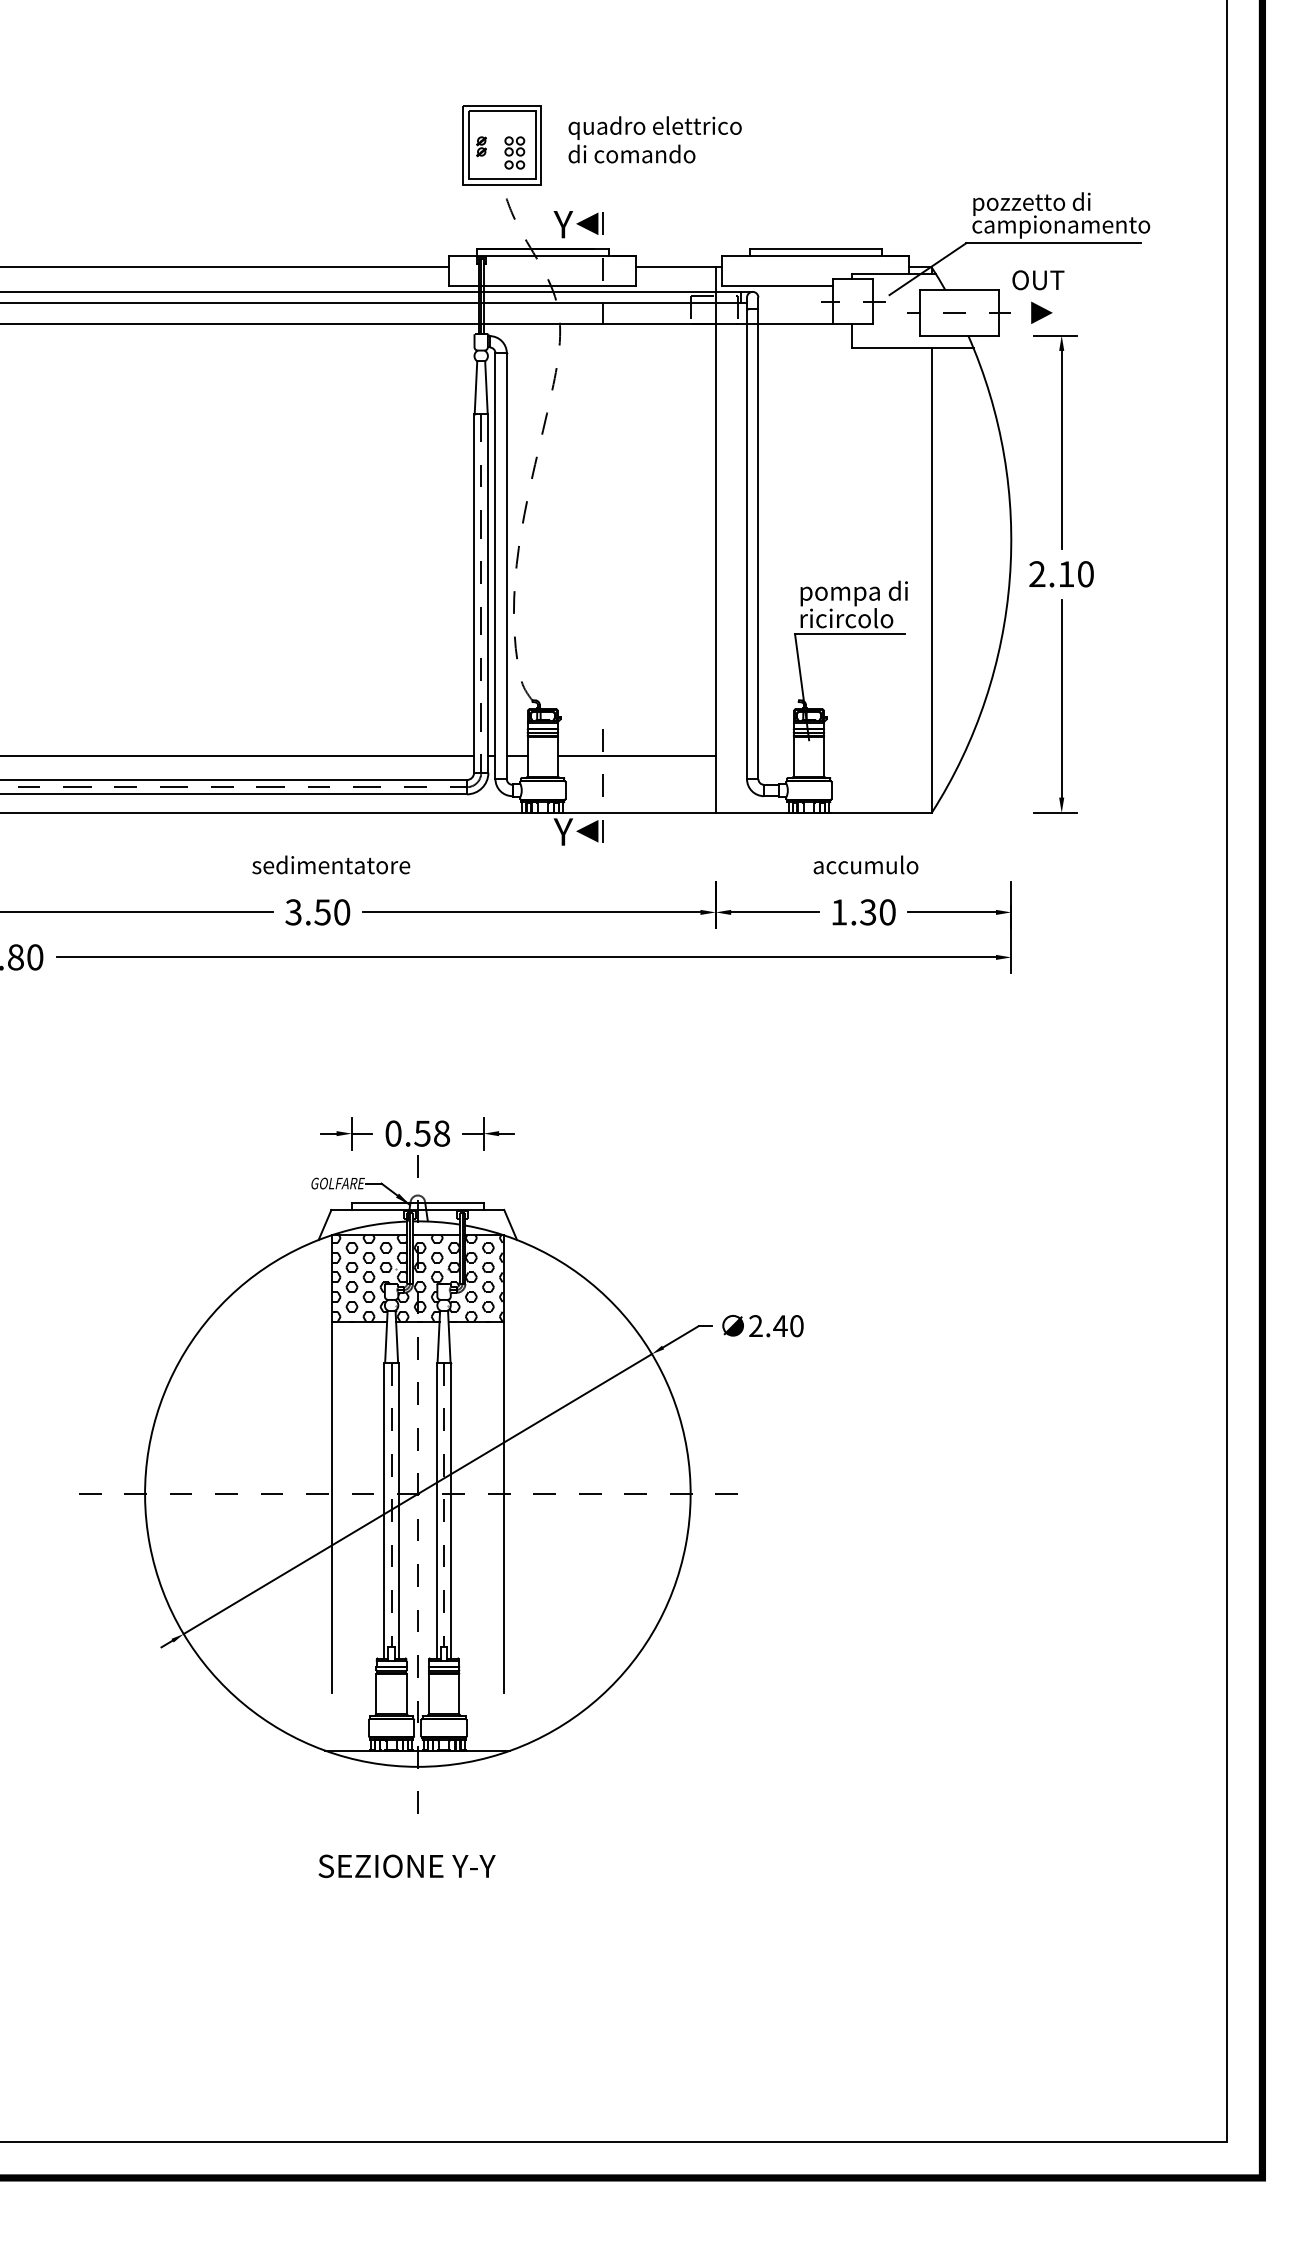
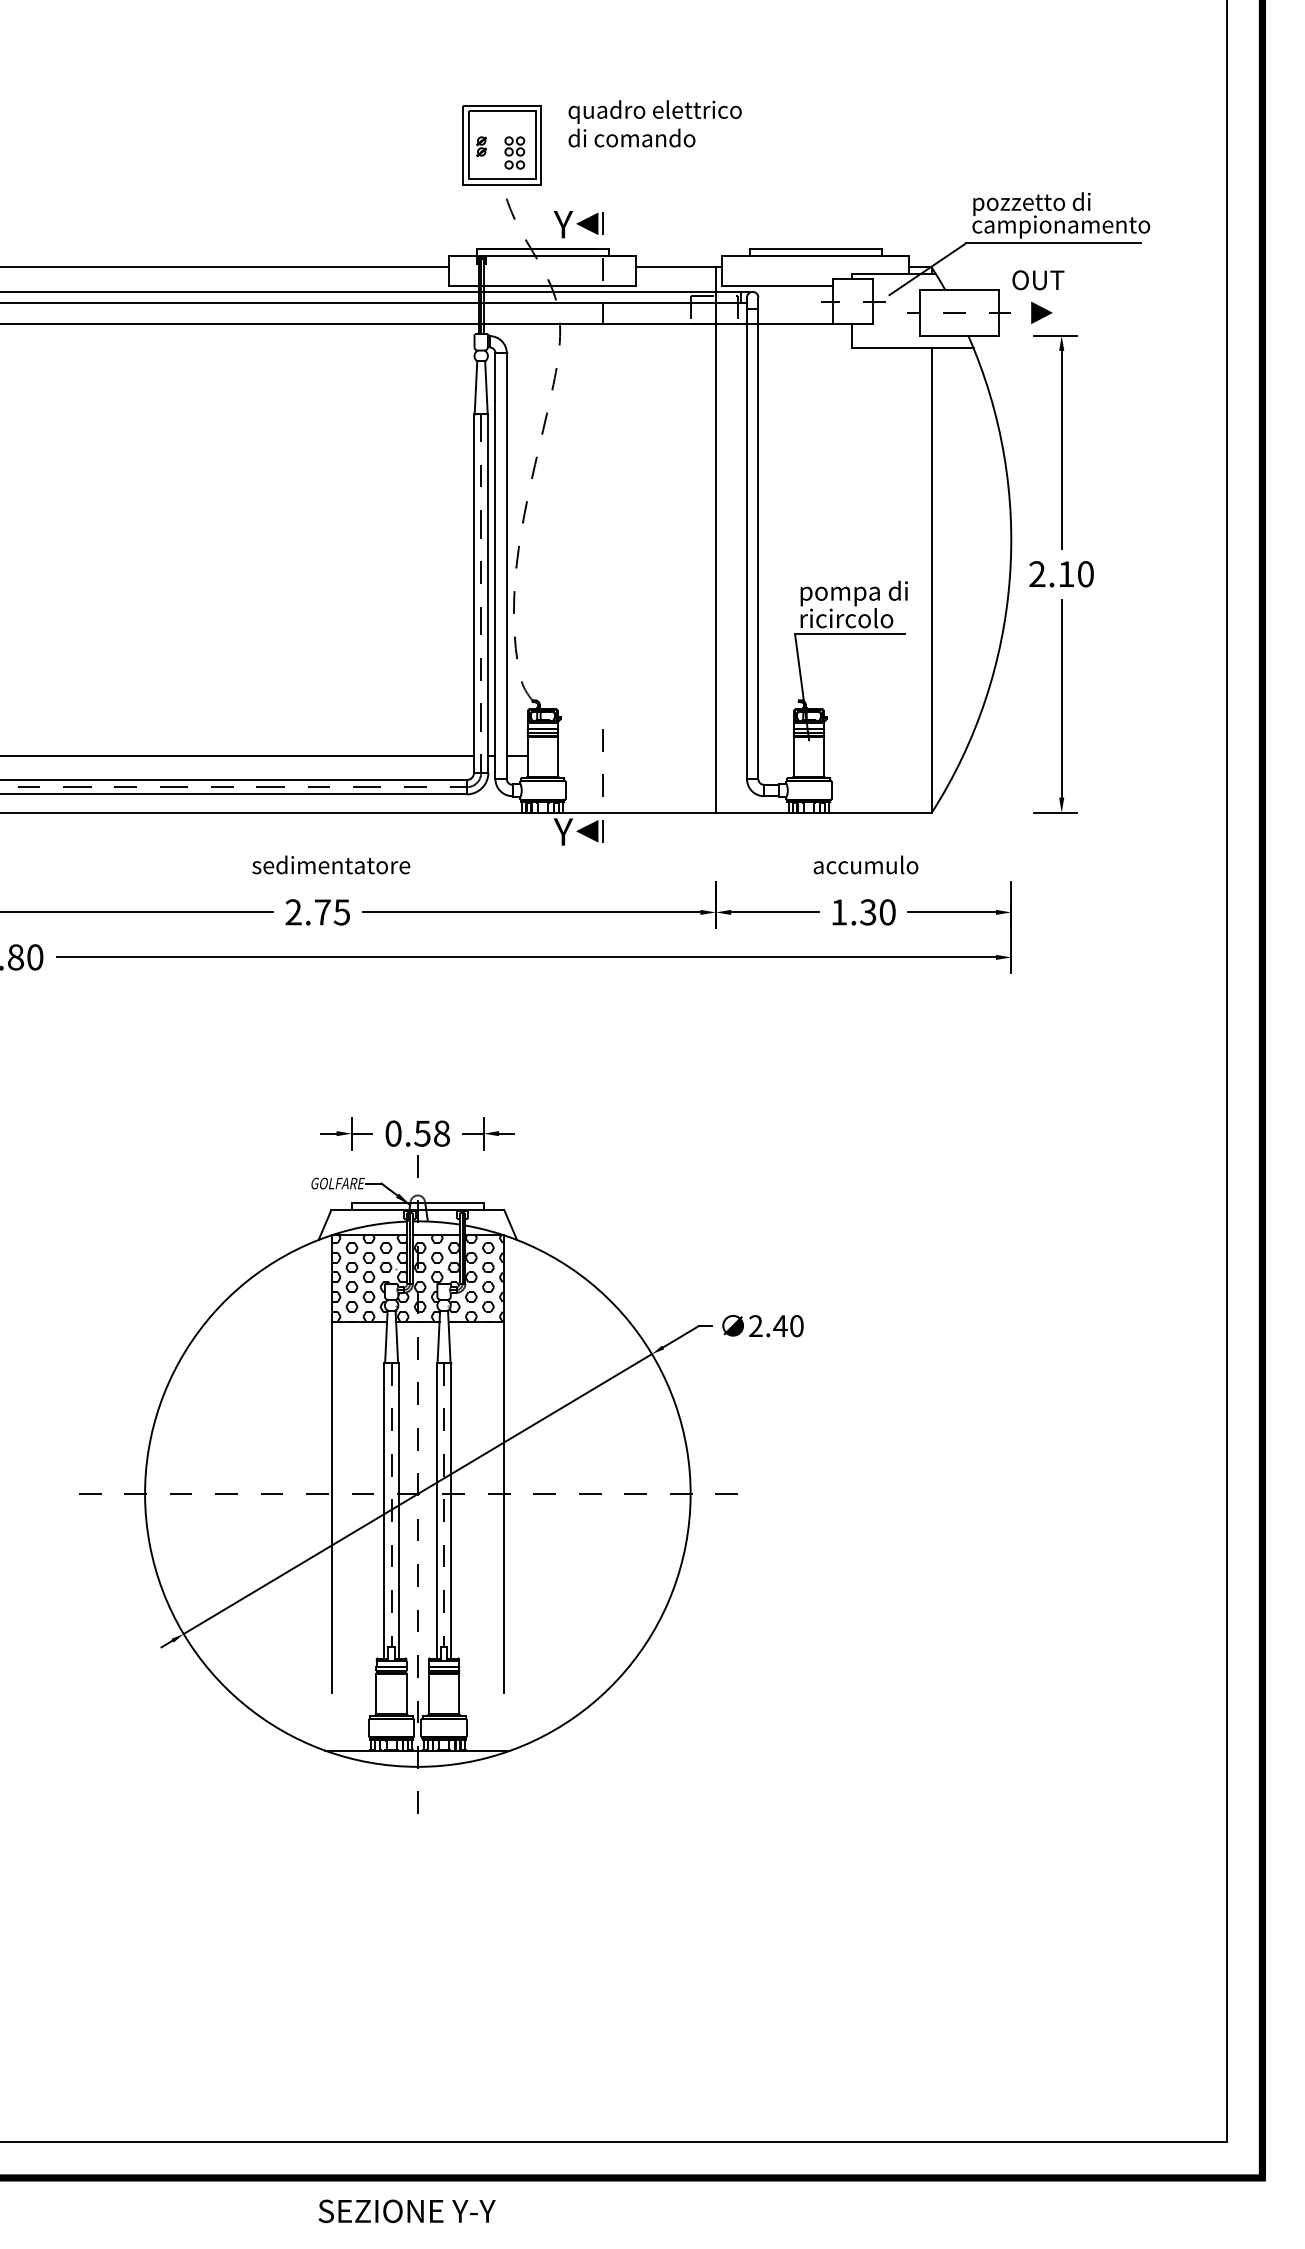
text at (654, 139) position: (654, 139) -> (654, 123)
line at (636, 756): present -> none
text at (317, 912): 3.50 -> 2.75
text at (406, 1866) position: (406, 1866) -> (406, 2211)
